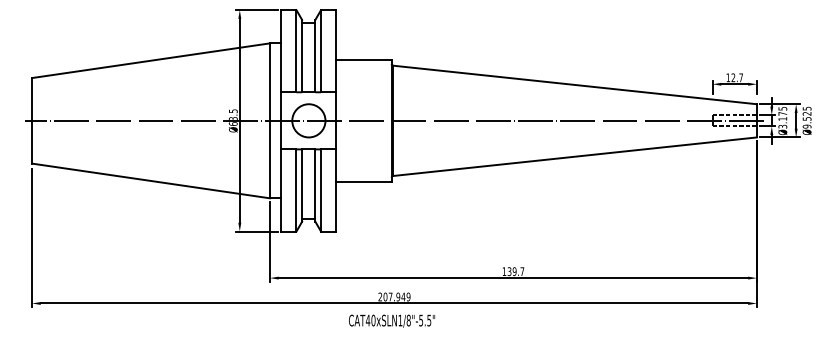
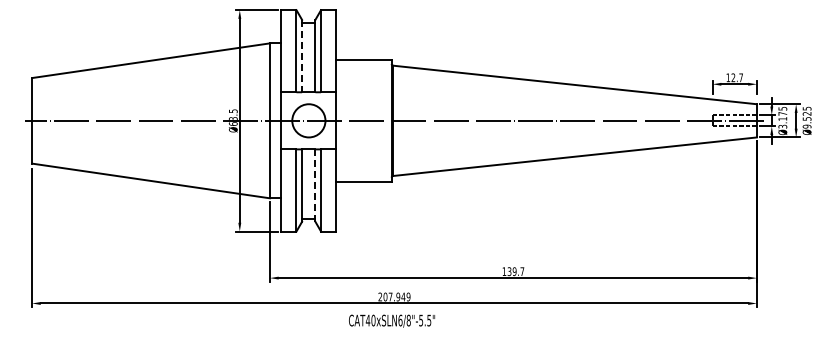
line at (302, 56): solid -> dashed
line at (315, 186): solid -> dashed
text at (400, 320): CAT40xSLN1/8"-5.5" -> CAT40xSLN6/8"-5.5"
